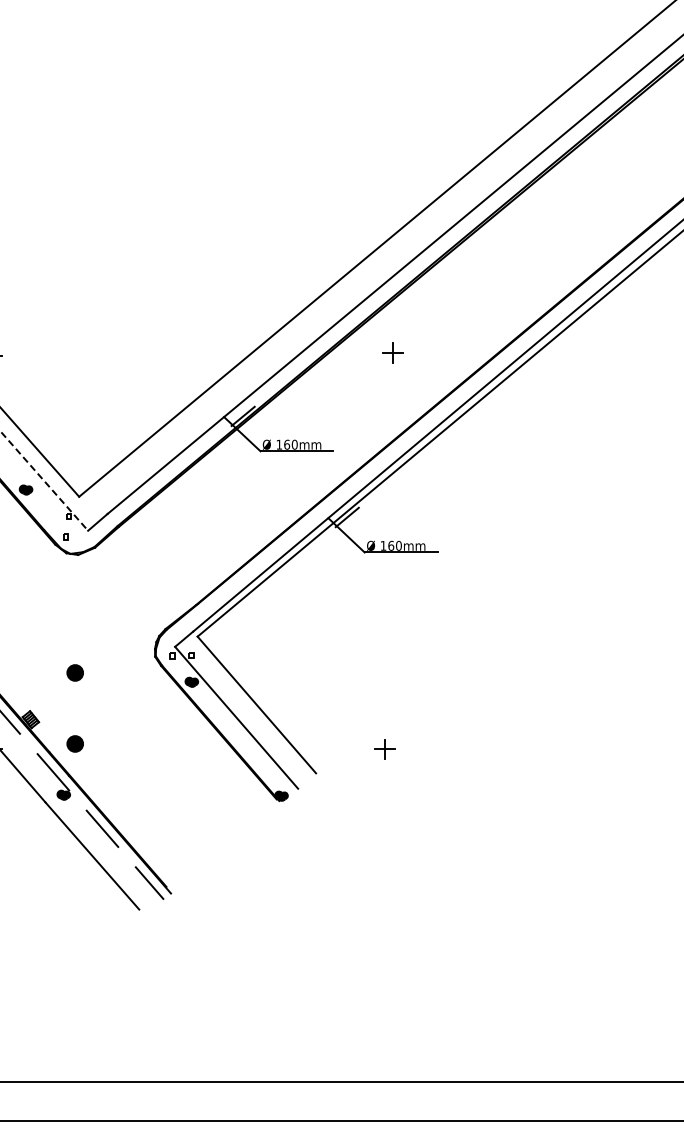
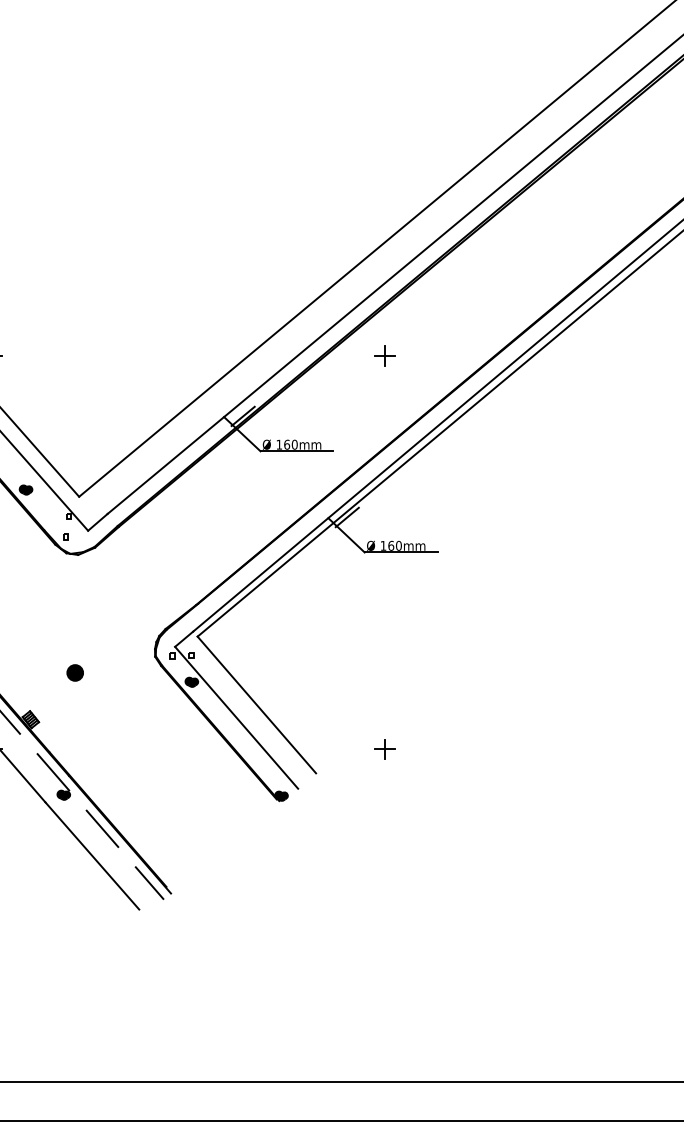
part at (392, 352) position: (392, 352) -> (384, 355)
line at (44, 481): dashed -> solid
part at (74, 743): present -> none
